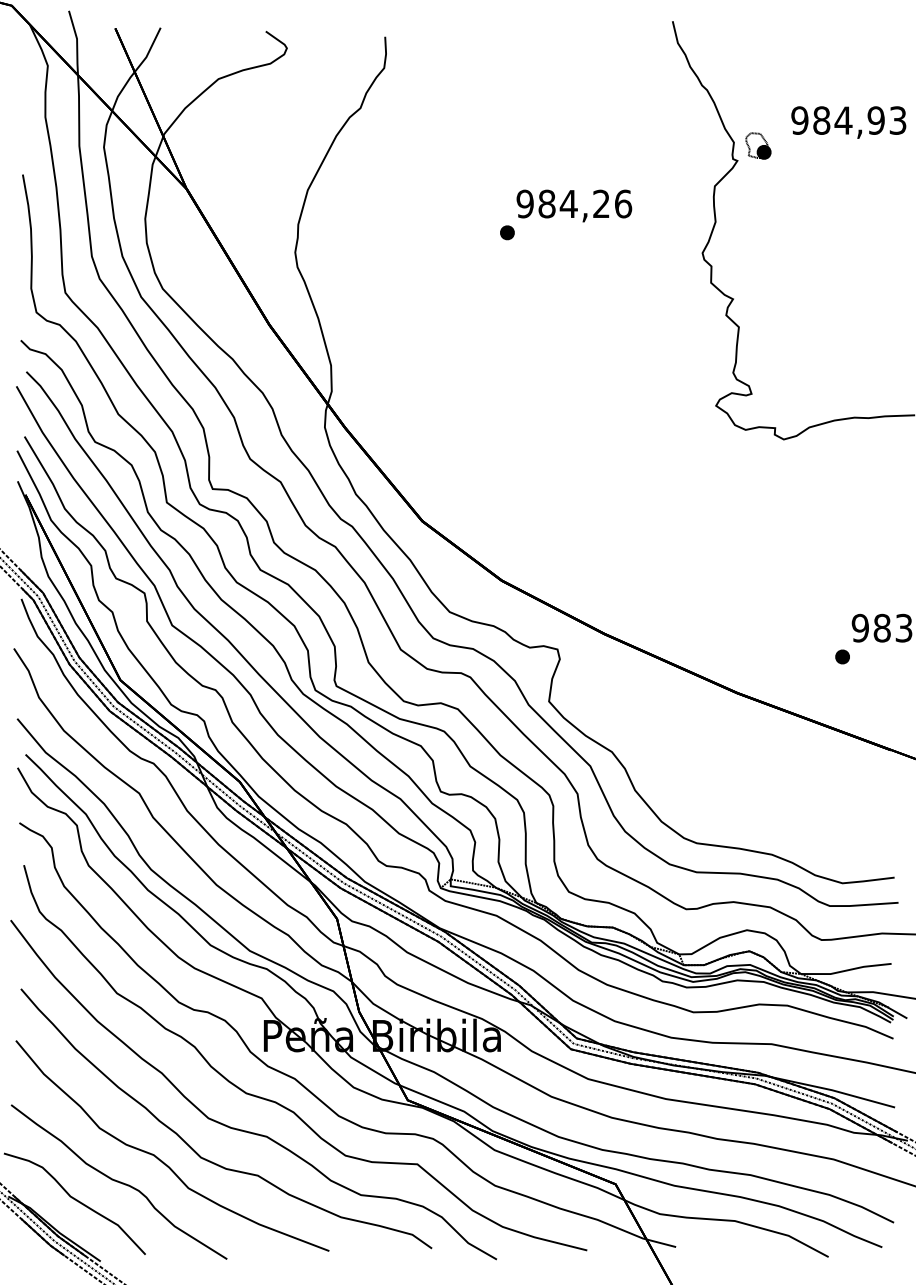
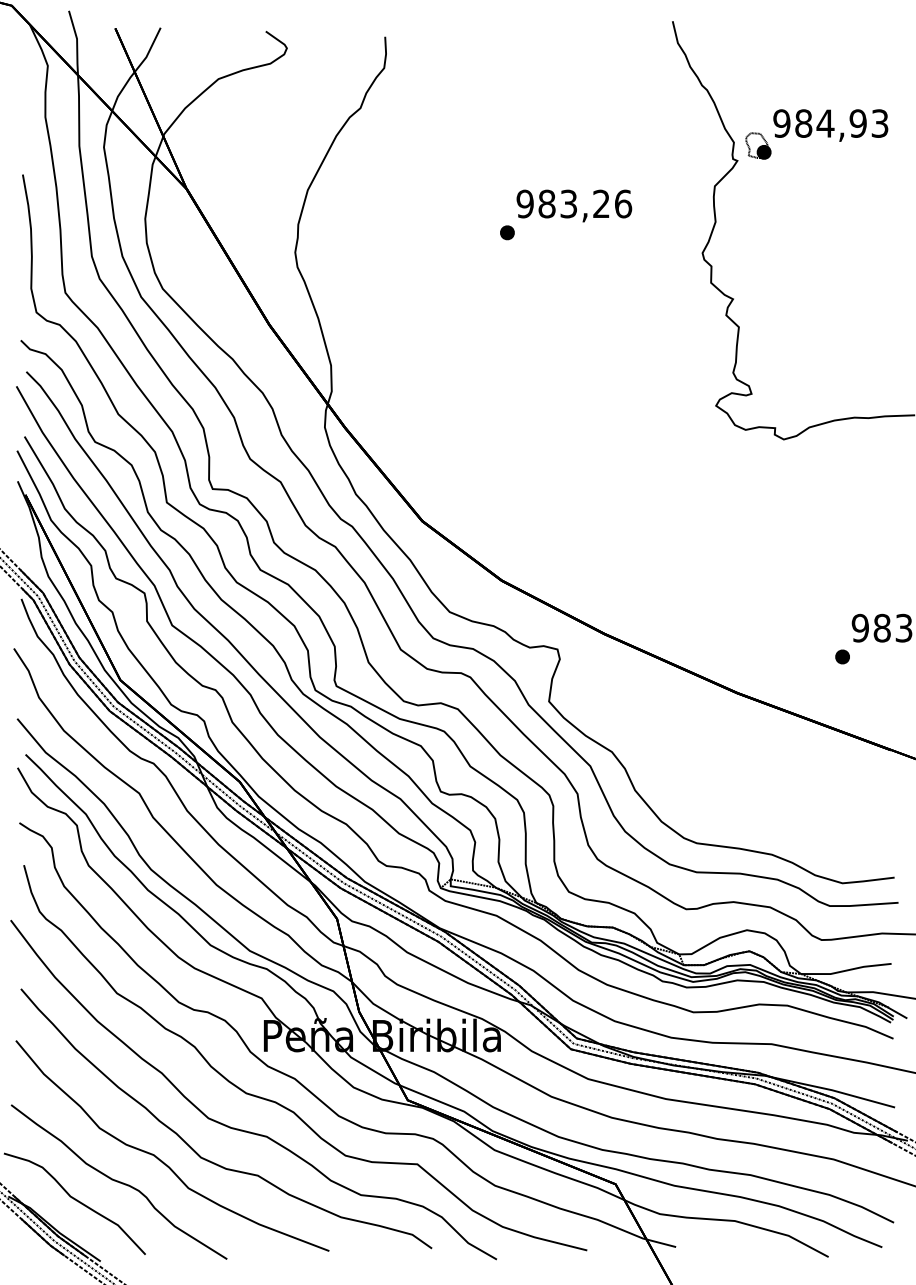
text at (848, 122) position: (848, 122) -> (830, 125)
text at (568, 203): 984,26 -> 983,26
